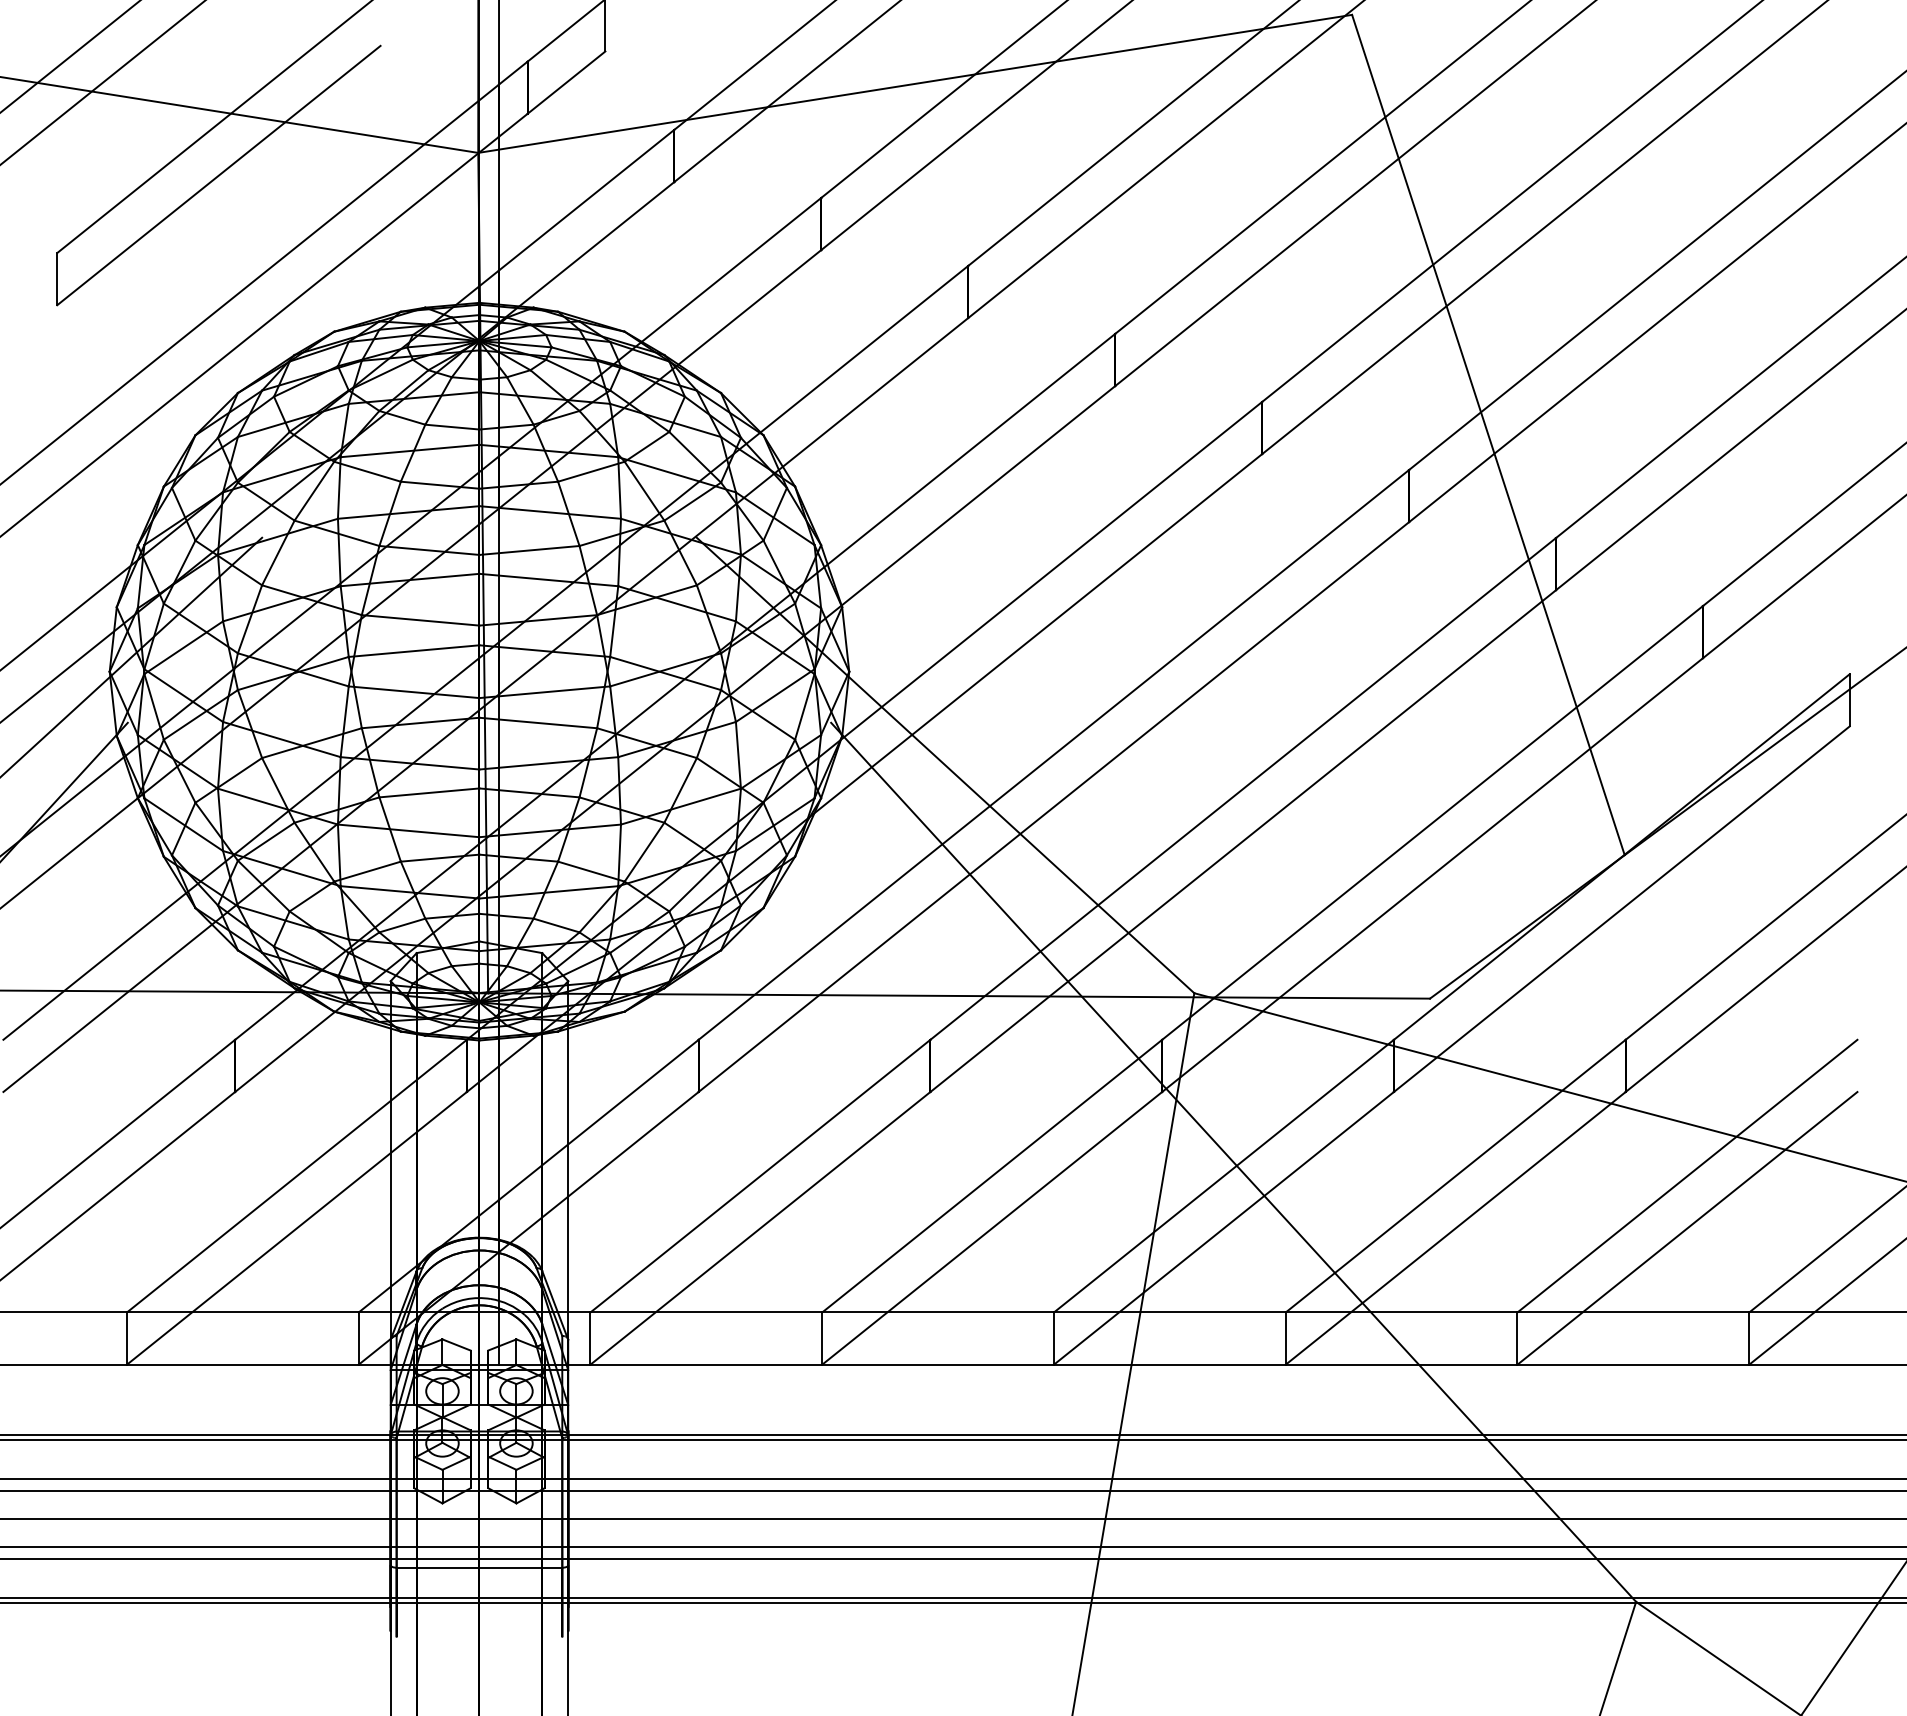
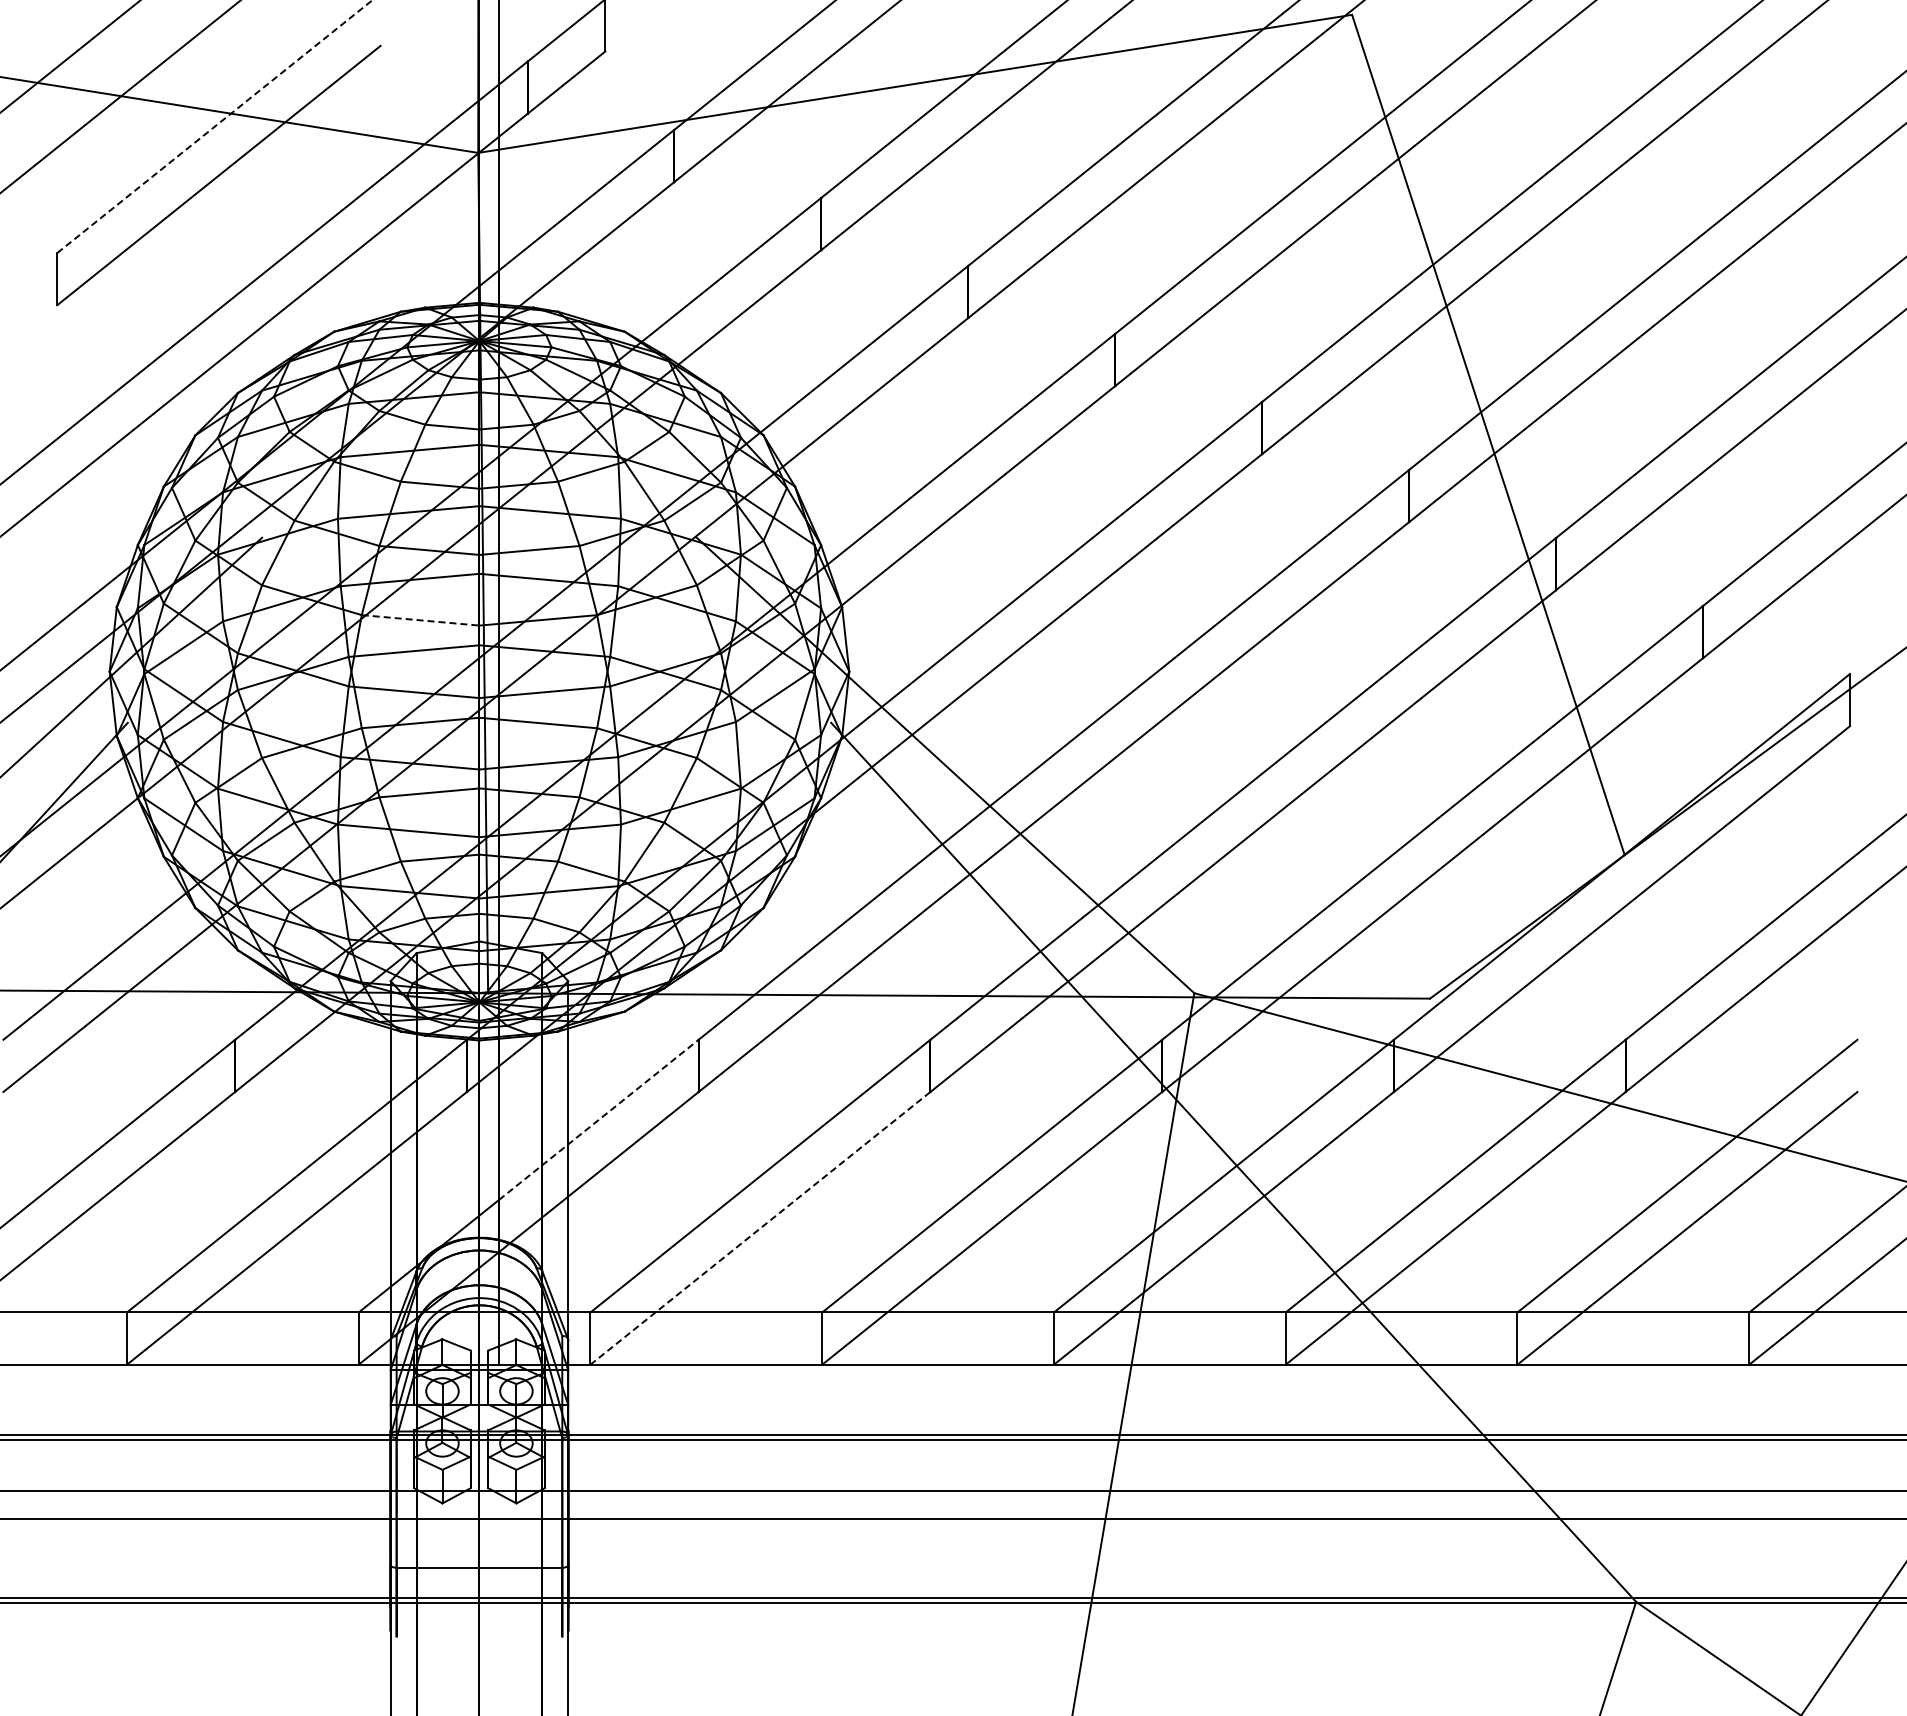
line at (102, 82) position: (102, 82) -> (120, 96)
line at (214, 126): solid -> dashed
line at (421, 620): solid -> dashed
line at (598, 1119): solid -> dashed
line at (760, 1228): solid -> dashed
line at (952, 1479): present -> none
line at (952, 1547): present -> none
line at (952, 1558): present -> none
